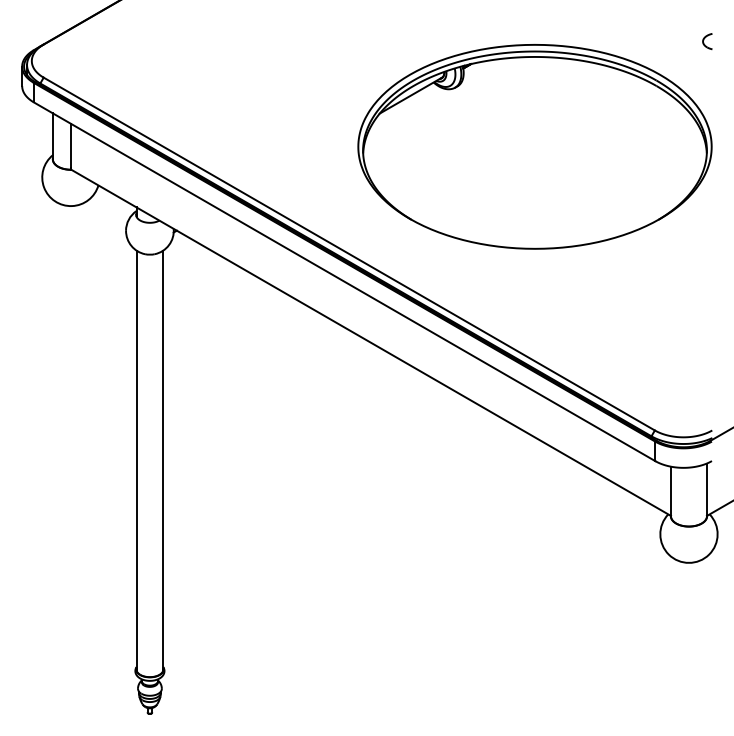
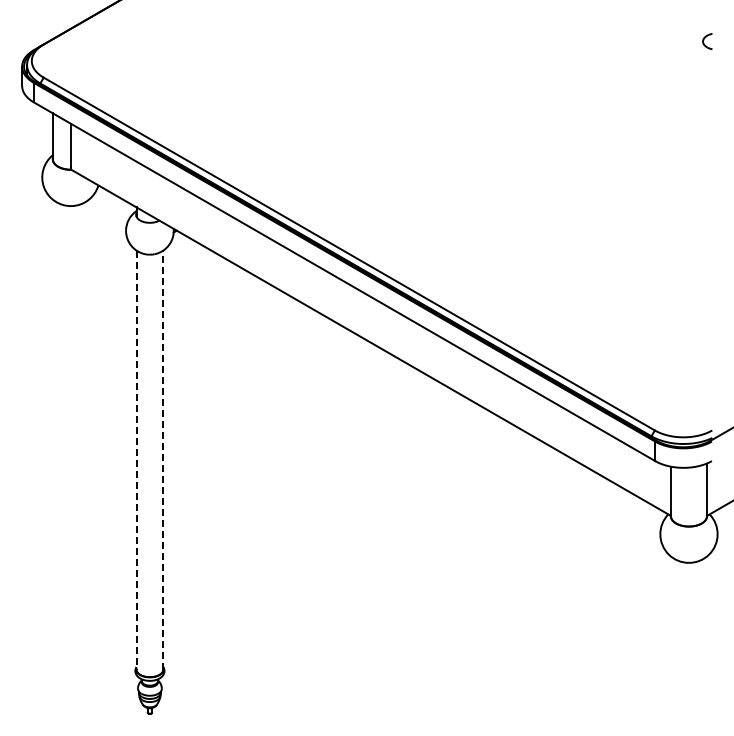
part at (534, 146): present -> none
line at (136, 460): solid -> dashed
line at (163, 460): solid -> dashed
